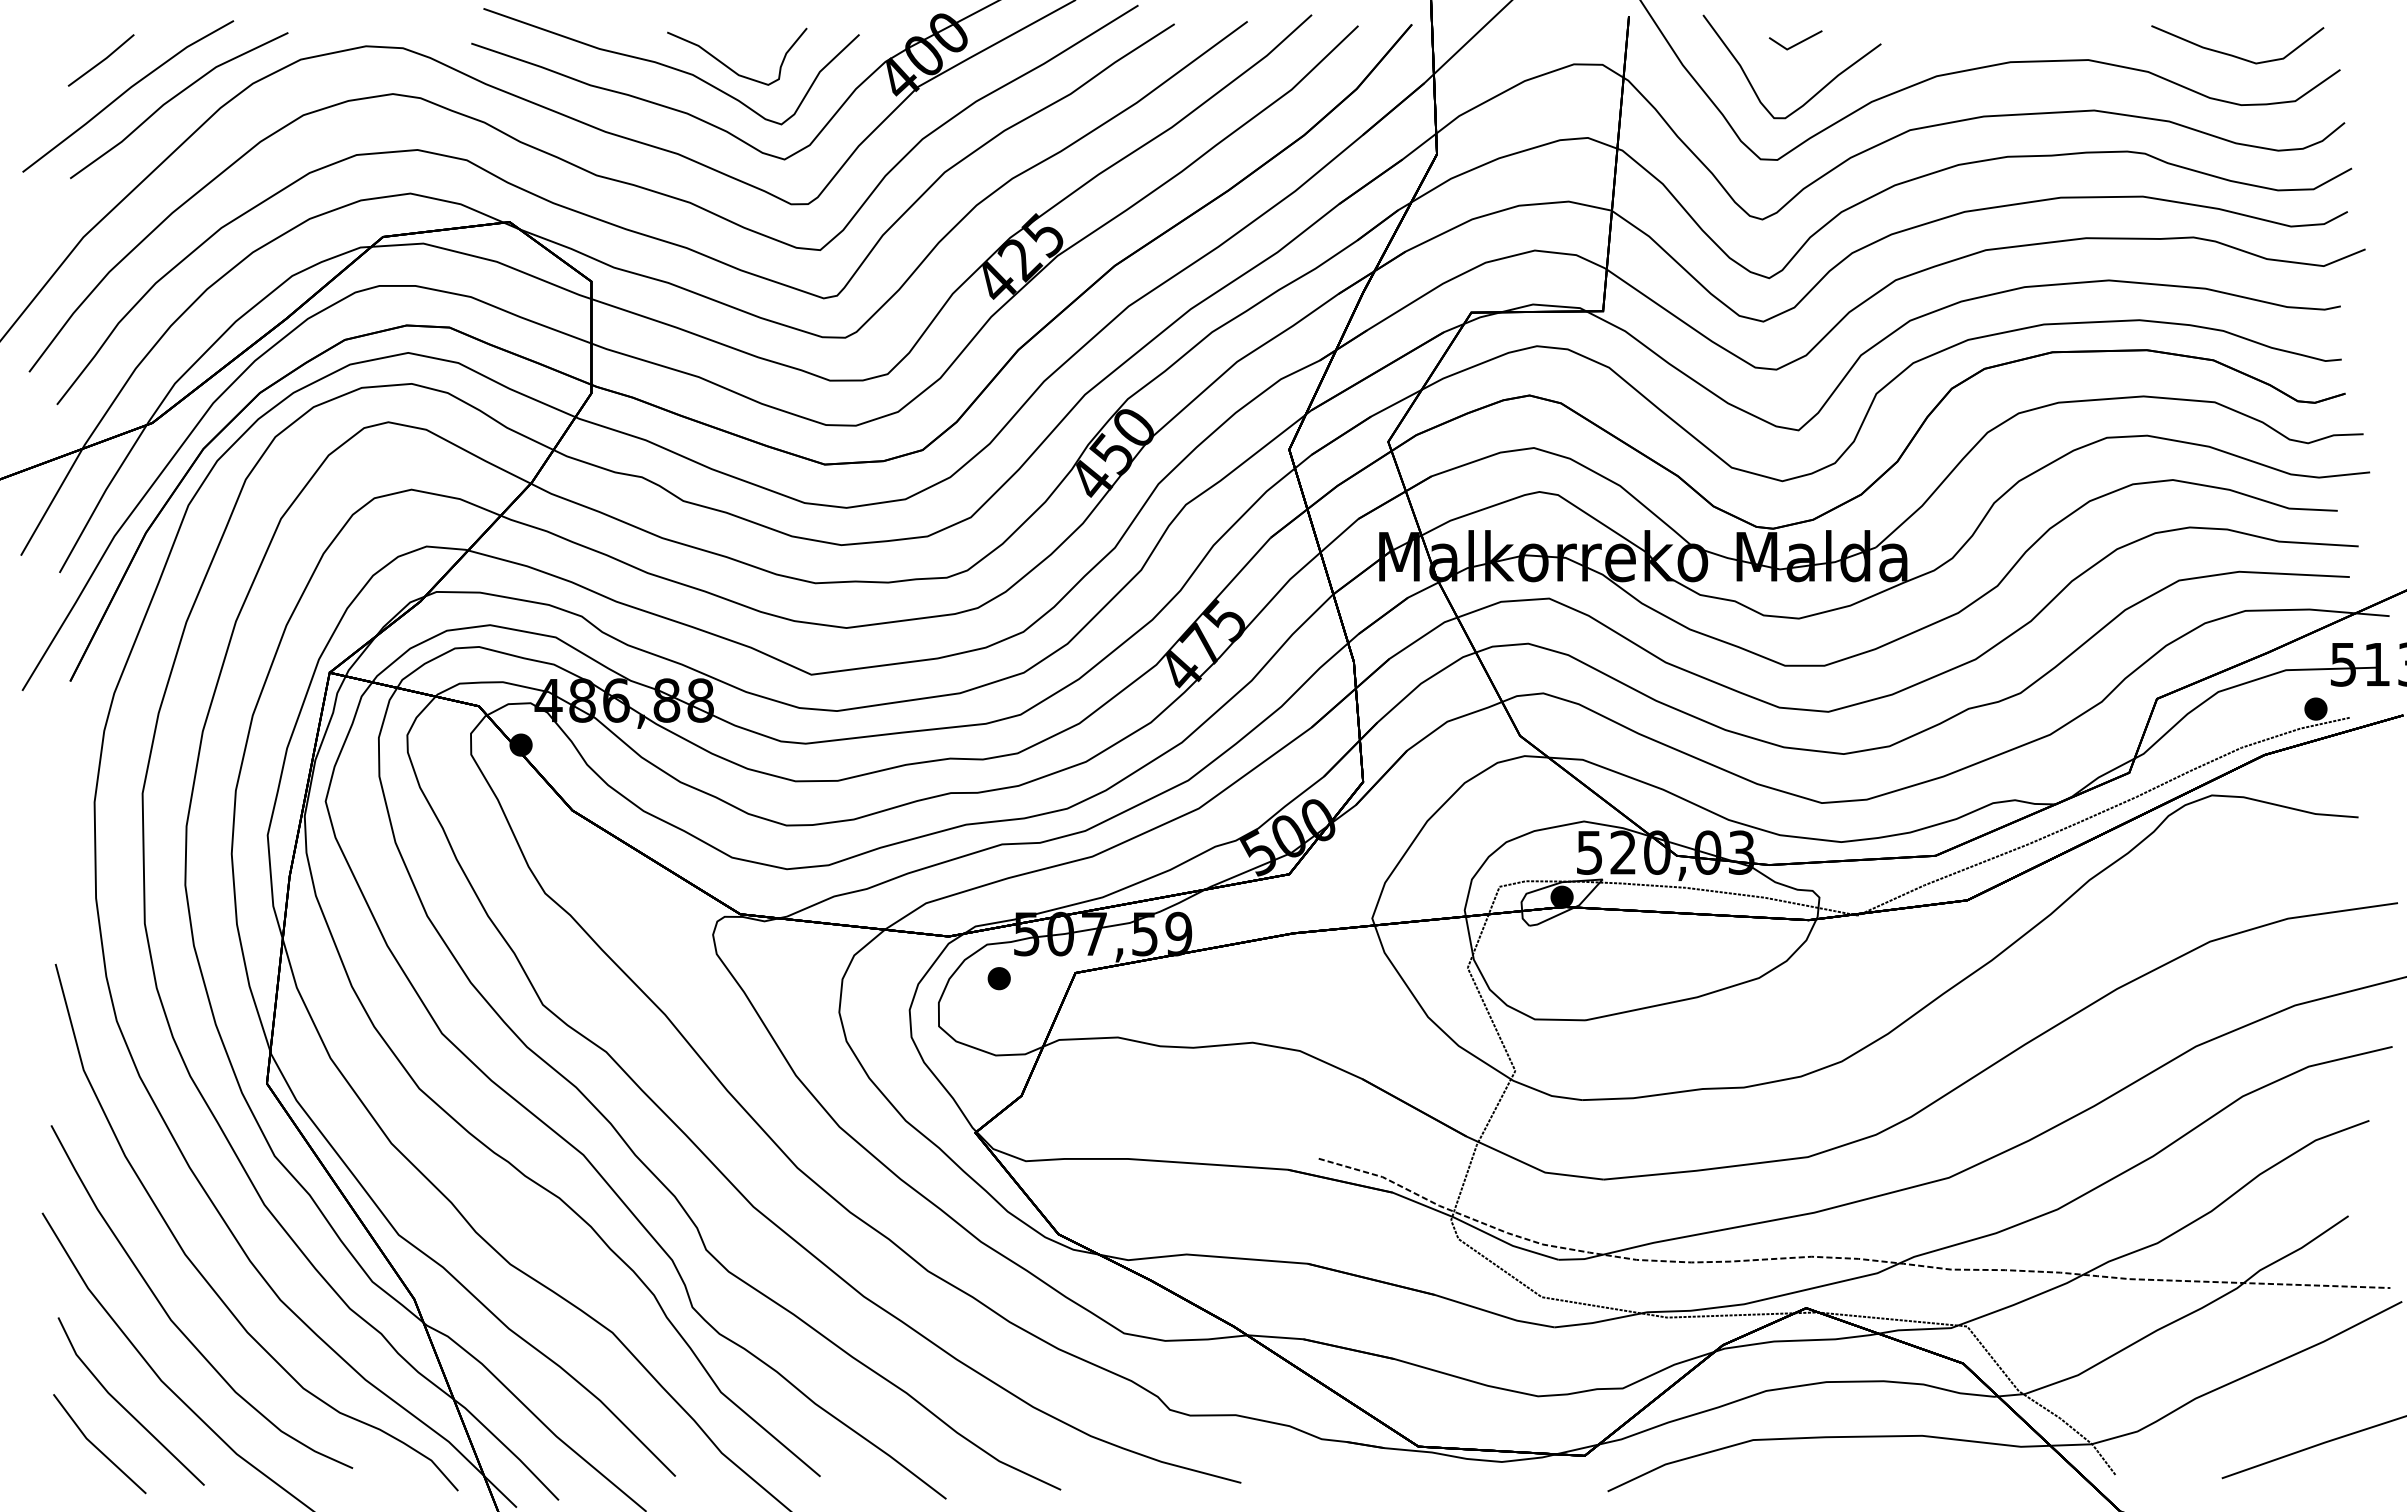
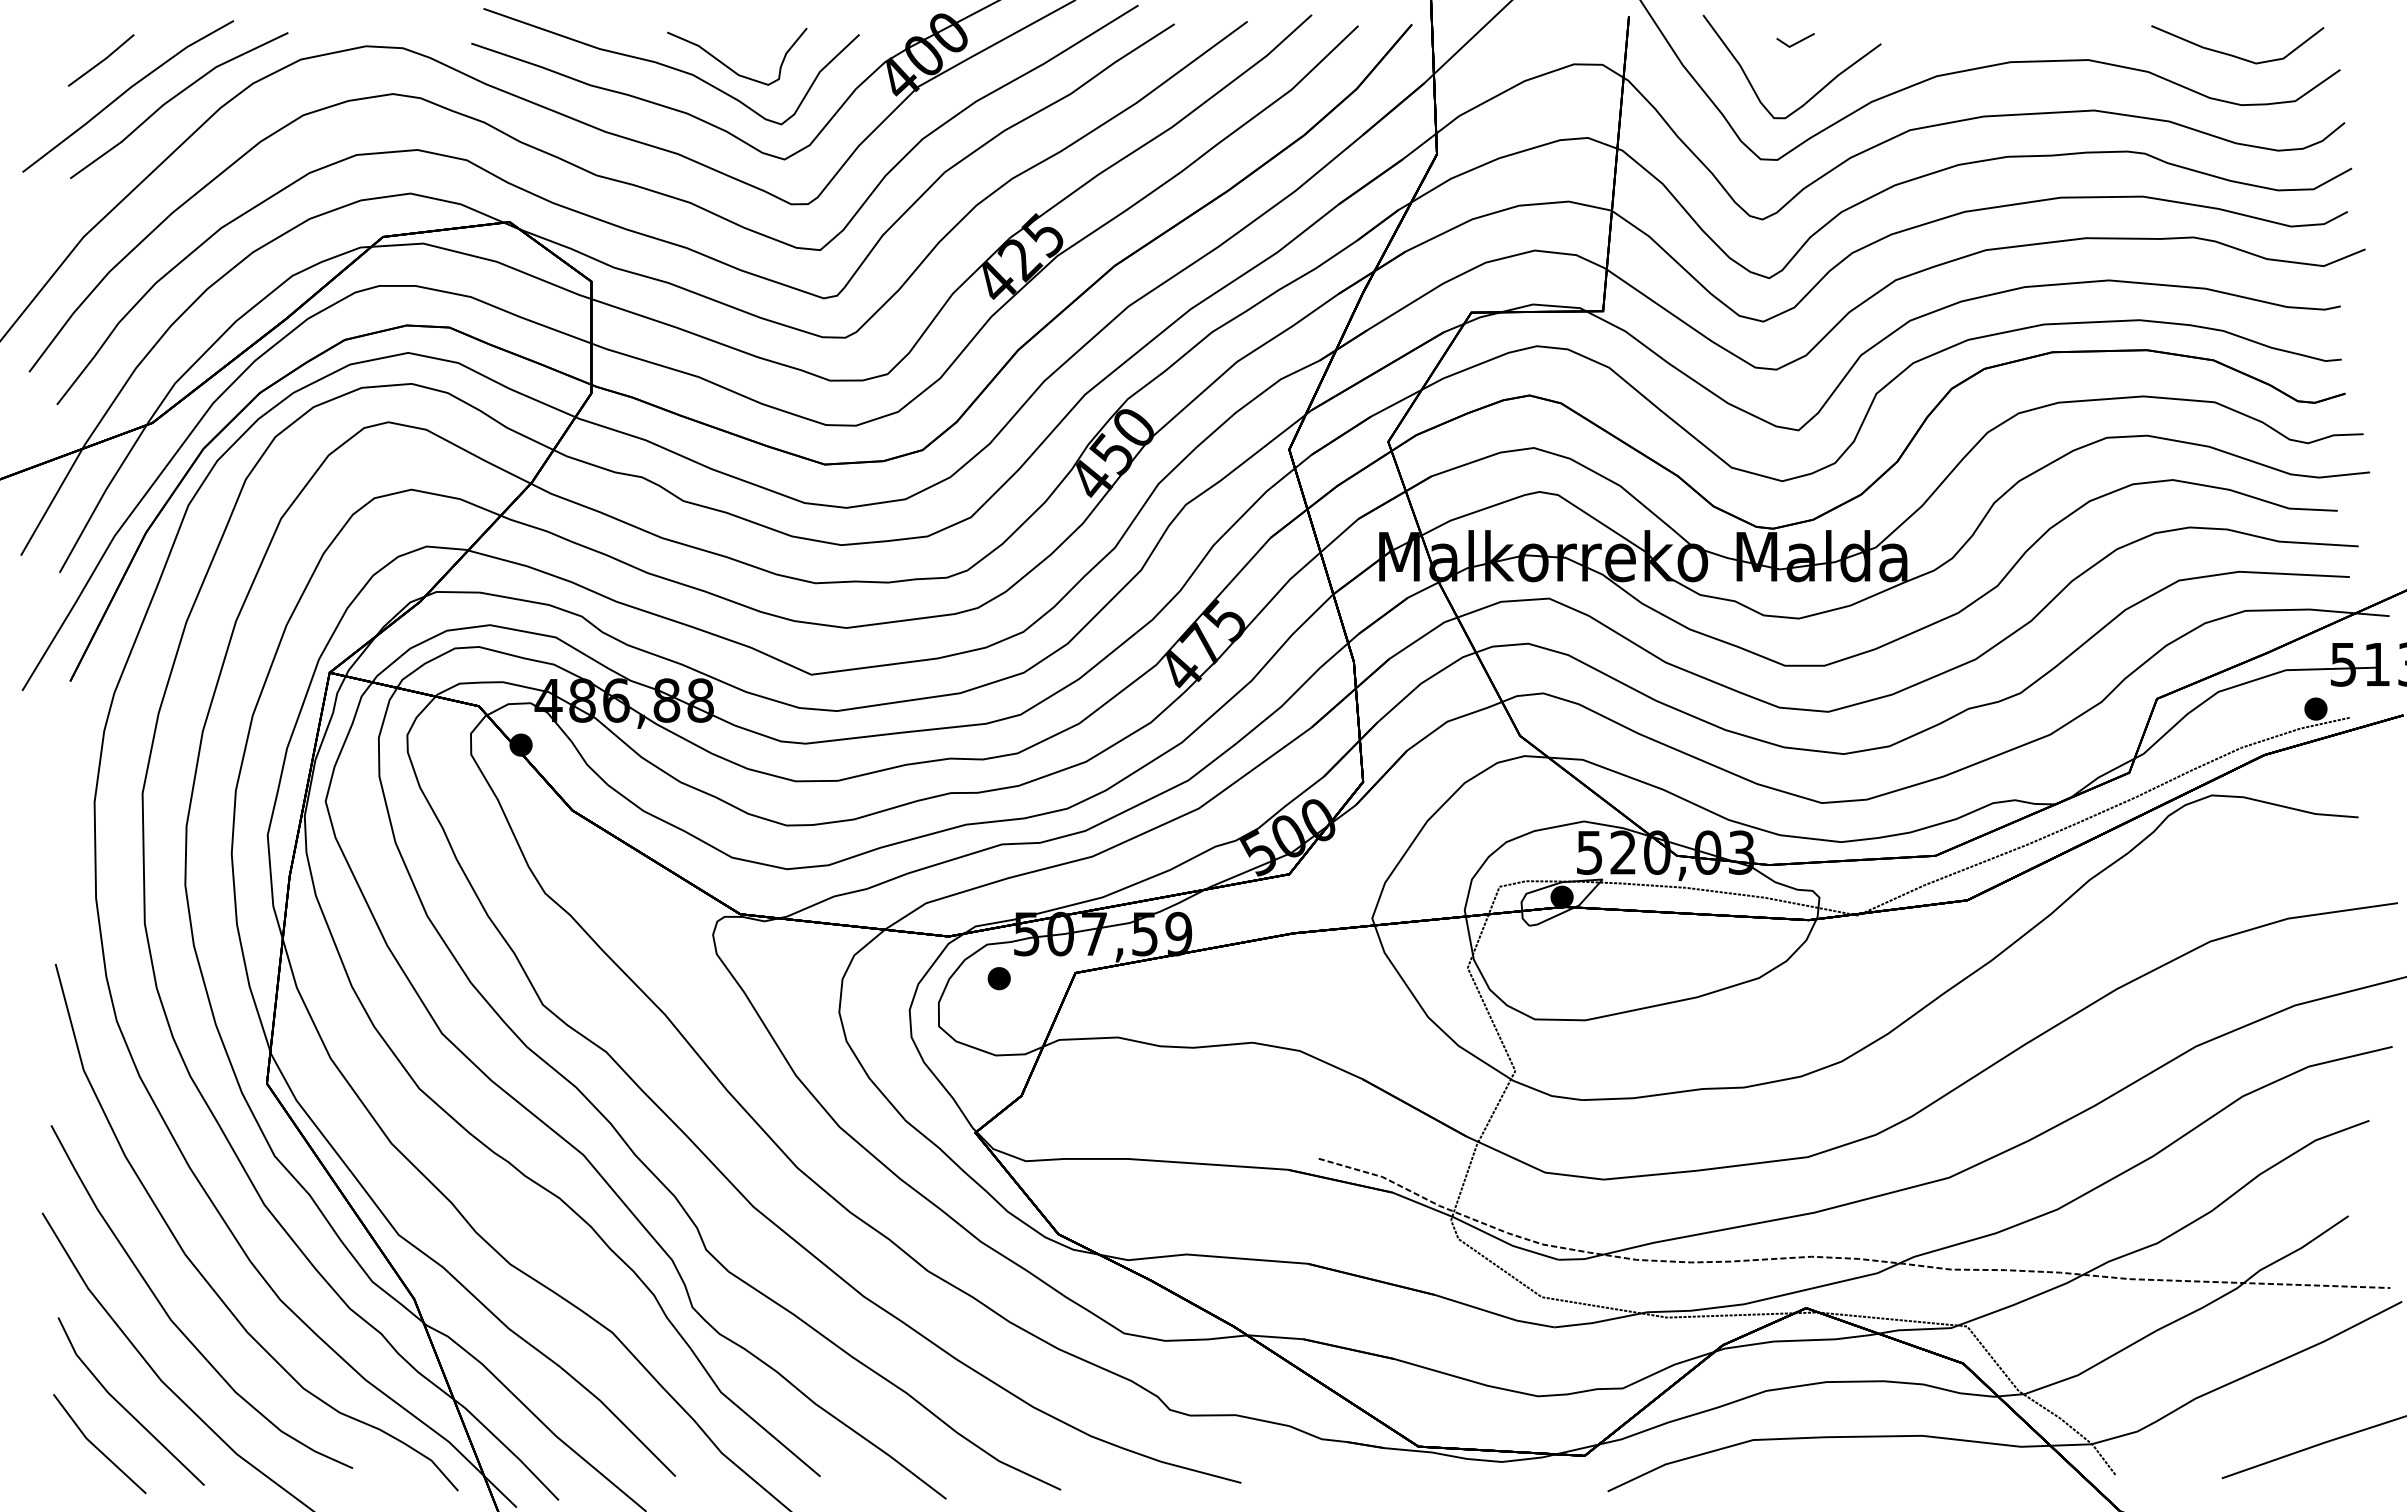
part at (1795, 40) size: 55x21 px -> 39x15 px
